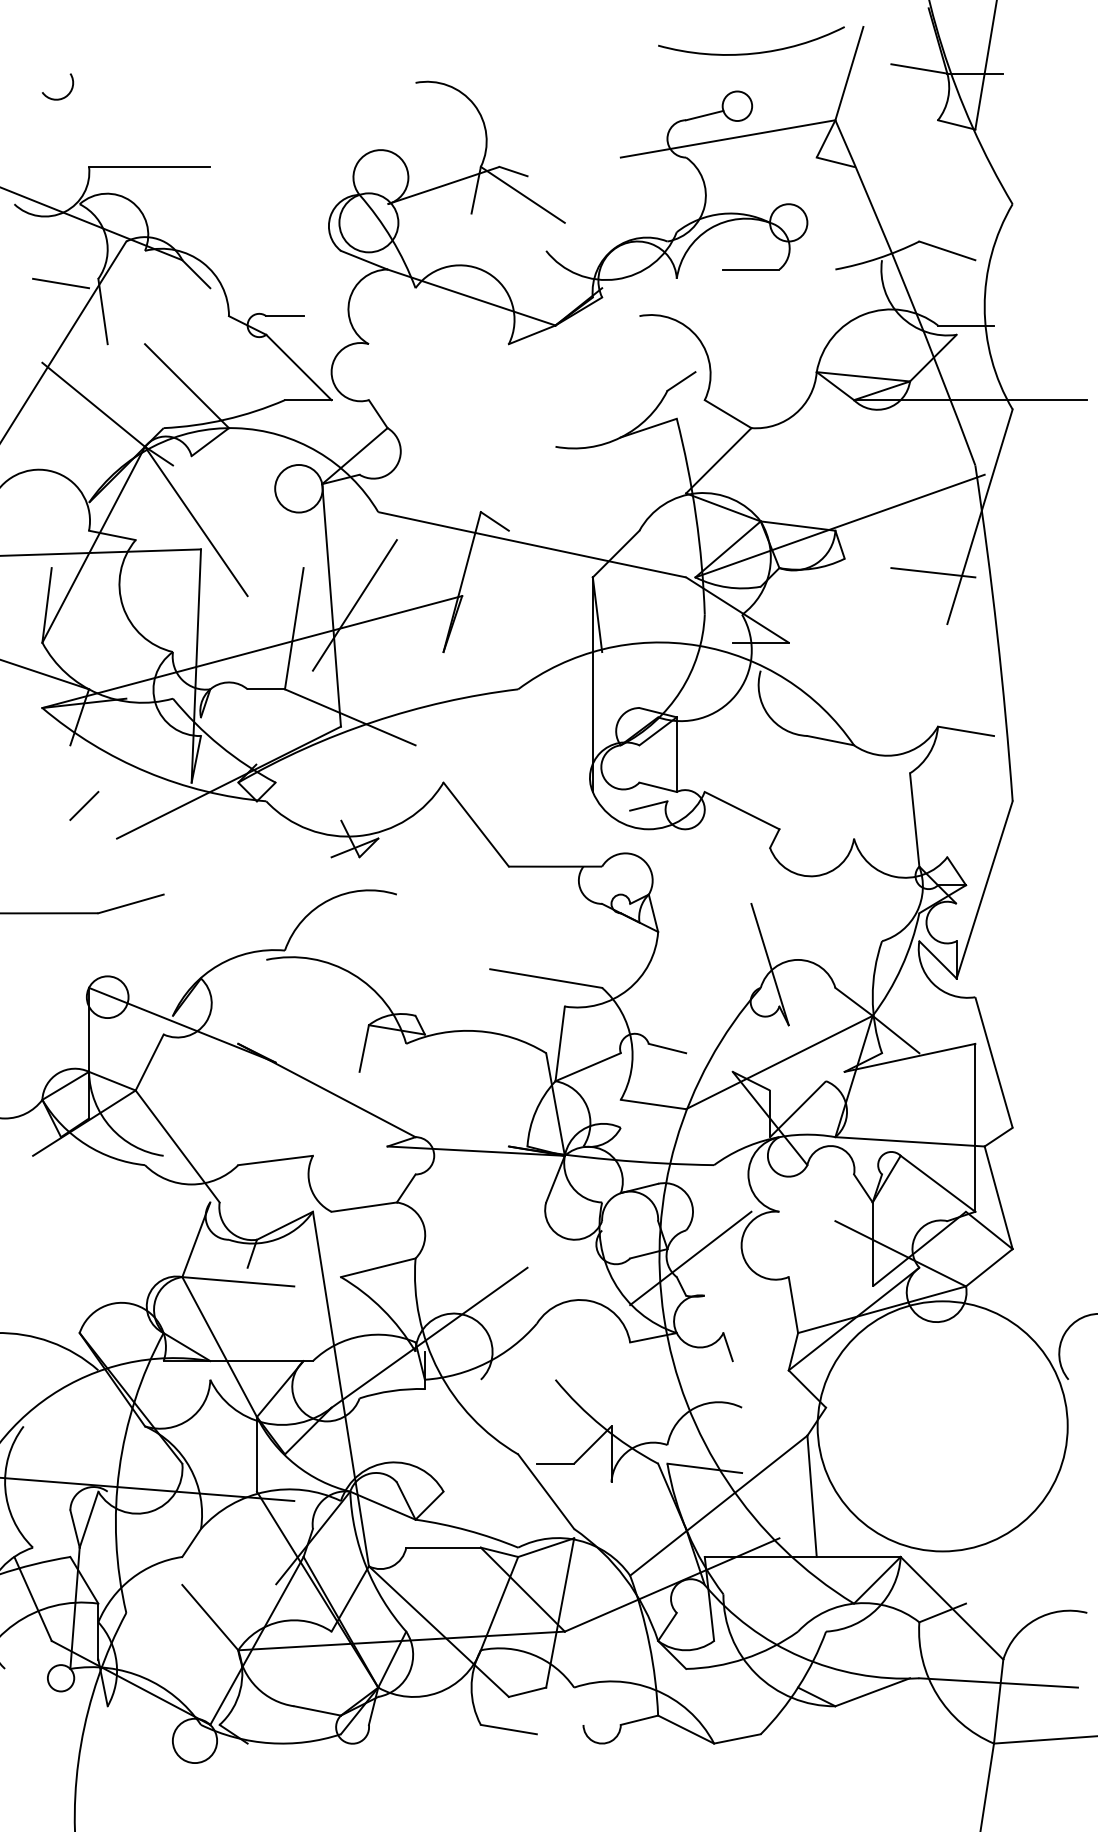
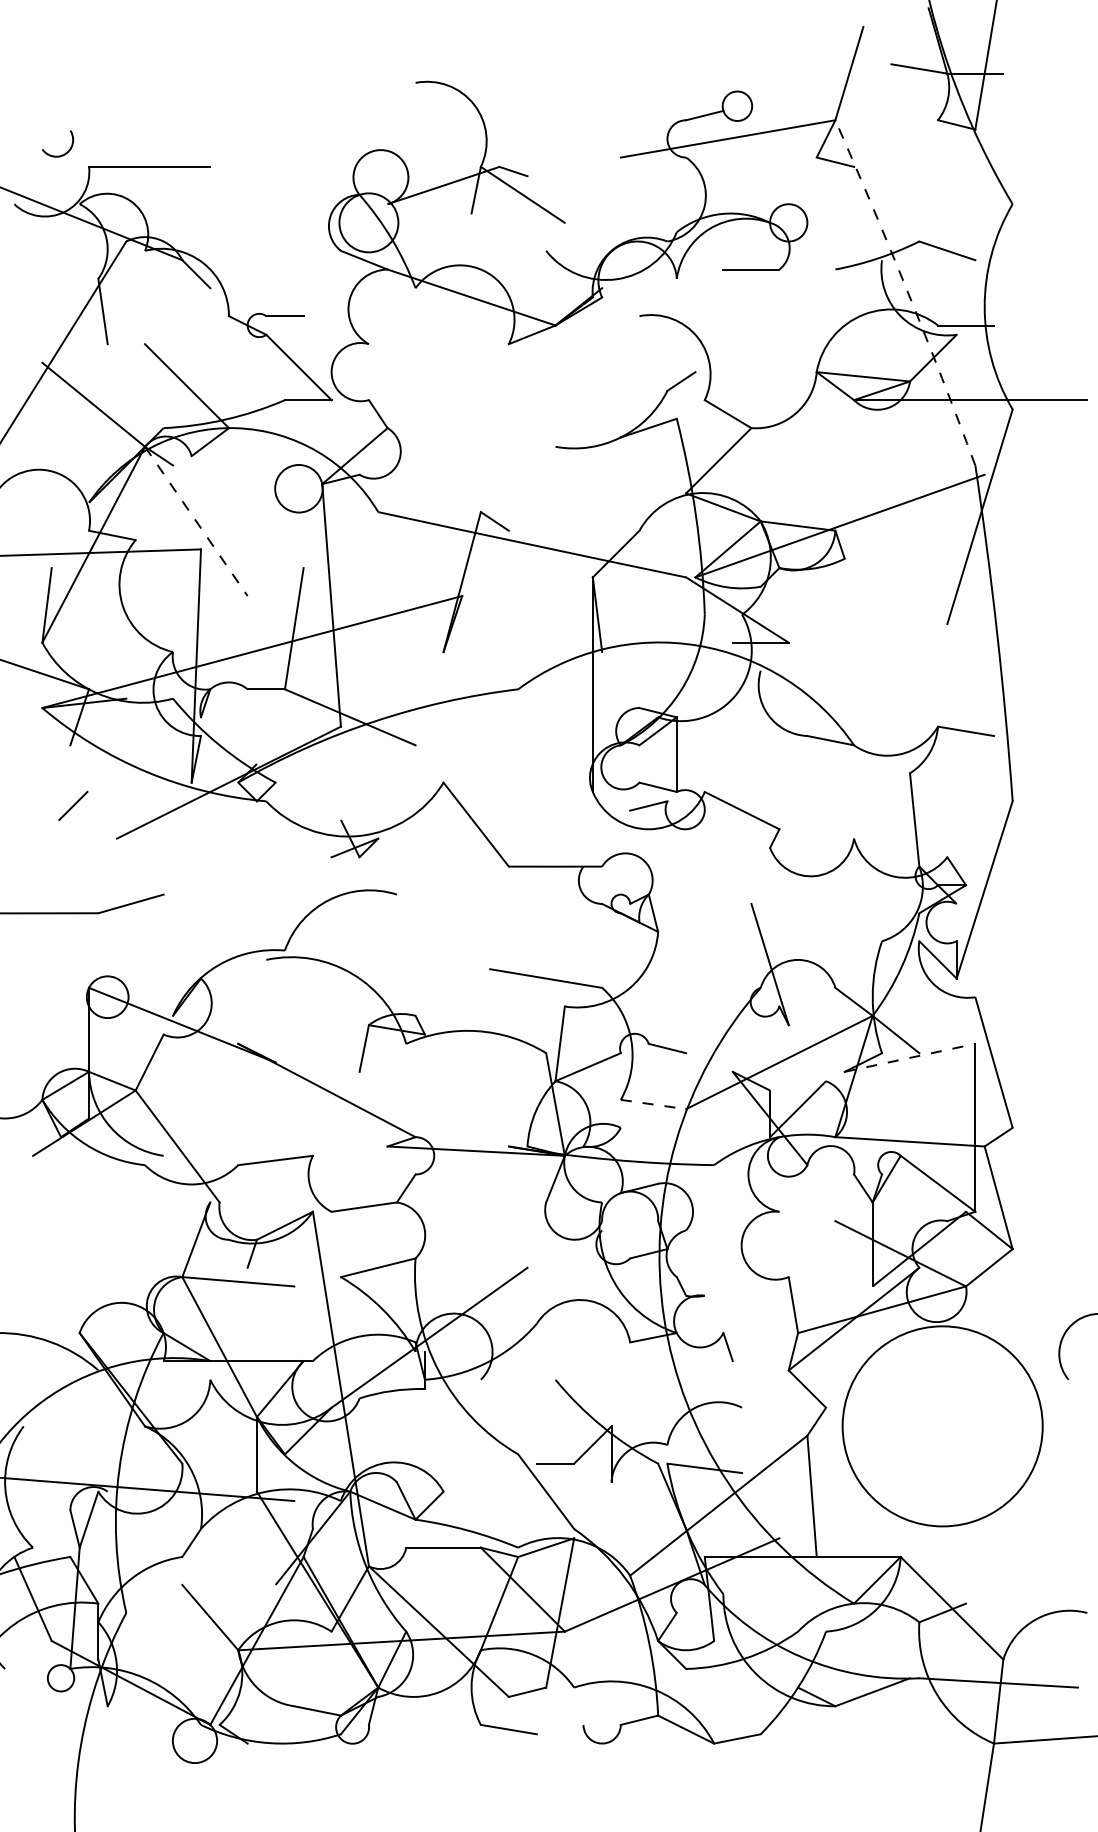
arc at (751, 52): present -> none
arc at (65, 95) position: (65, 95) -> (65, 152)
line at (61, 283): present -> none
arc at (907, 291): solid -> dashed
line at (196, 521): solid -> dashed
line at (933, 572): present -> none
line at (354, 605): present -> none
line at (84, 805) position: (84, 805) -> (73, 805)
line at (910, 1057): solid -> dashed
line at (653, 1104): solid -> dashed
line at (690, 1258): present -> none
circle at (942, 1426) diameter: 250 px -> 200 px
